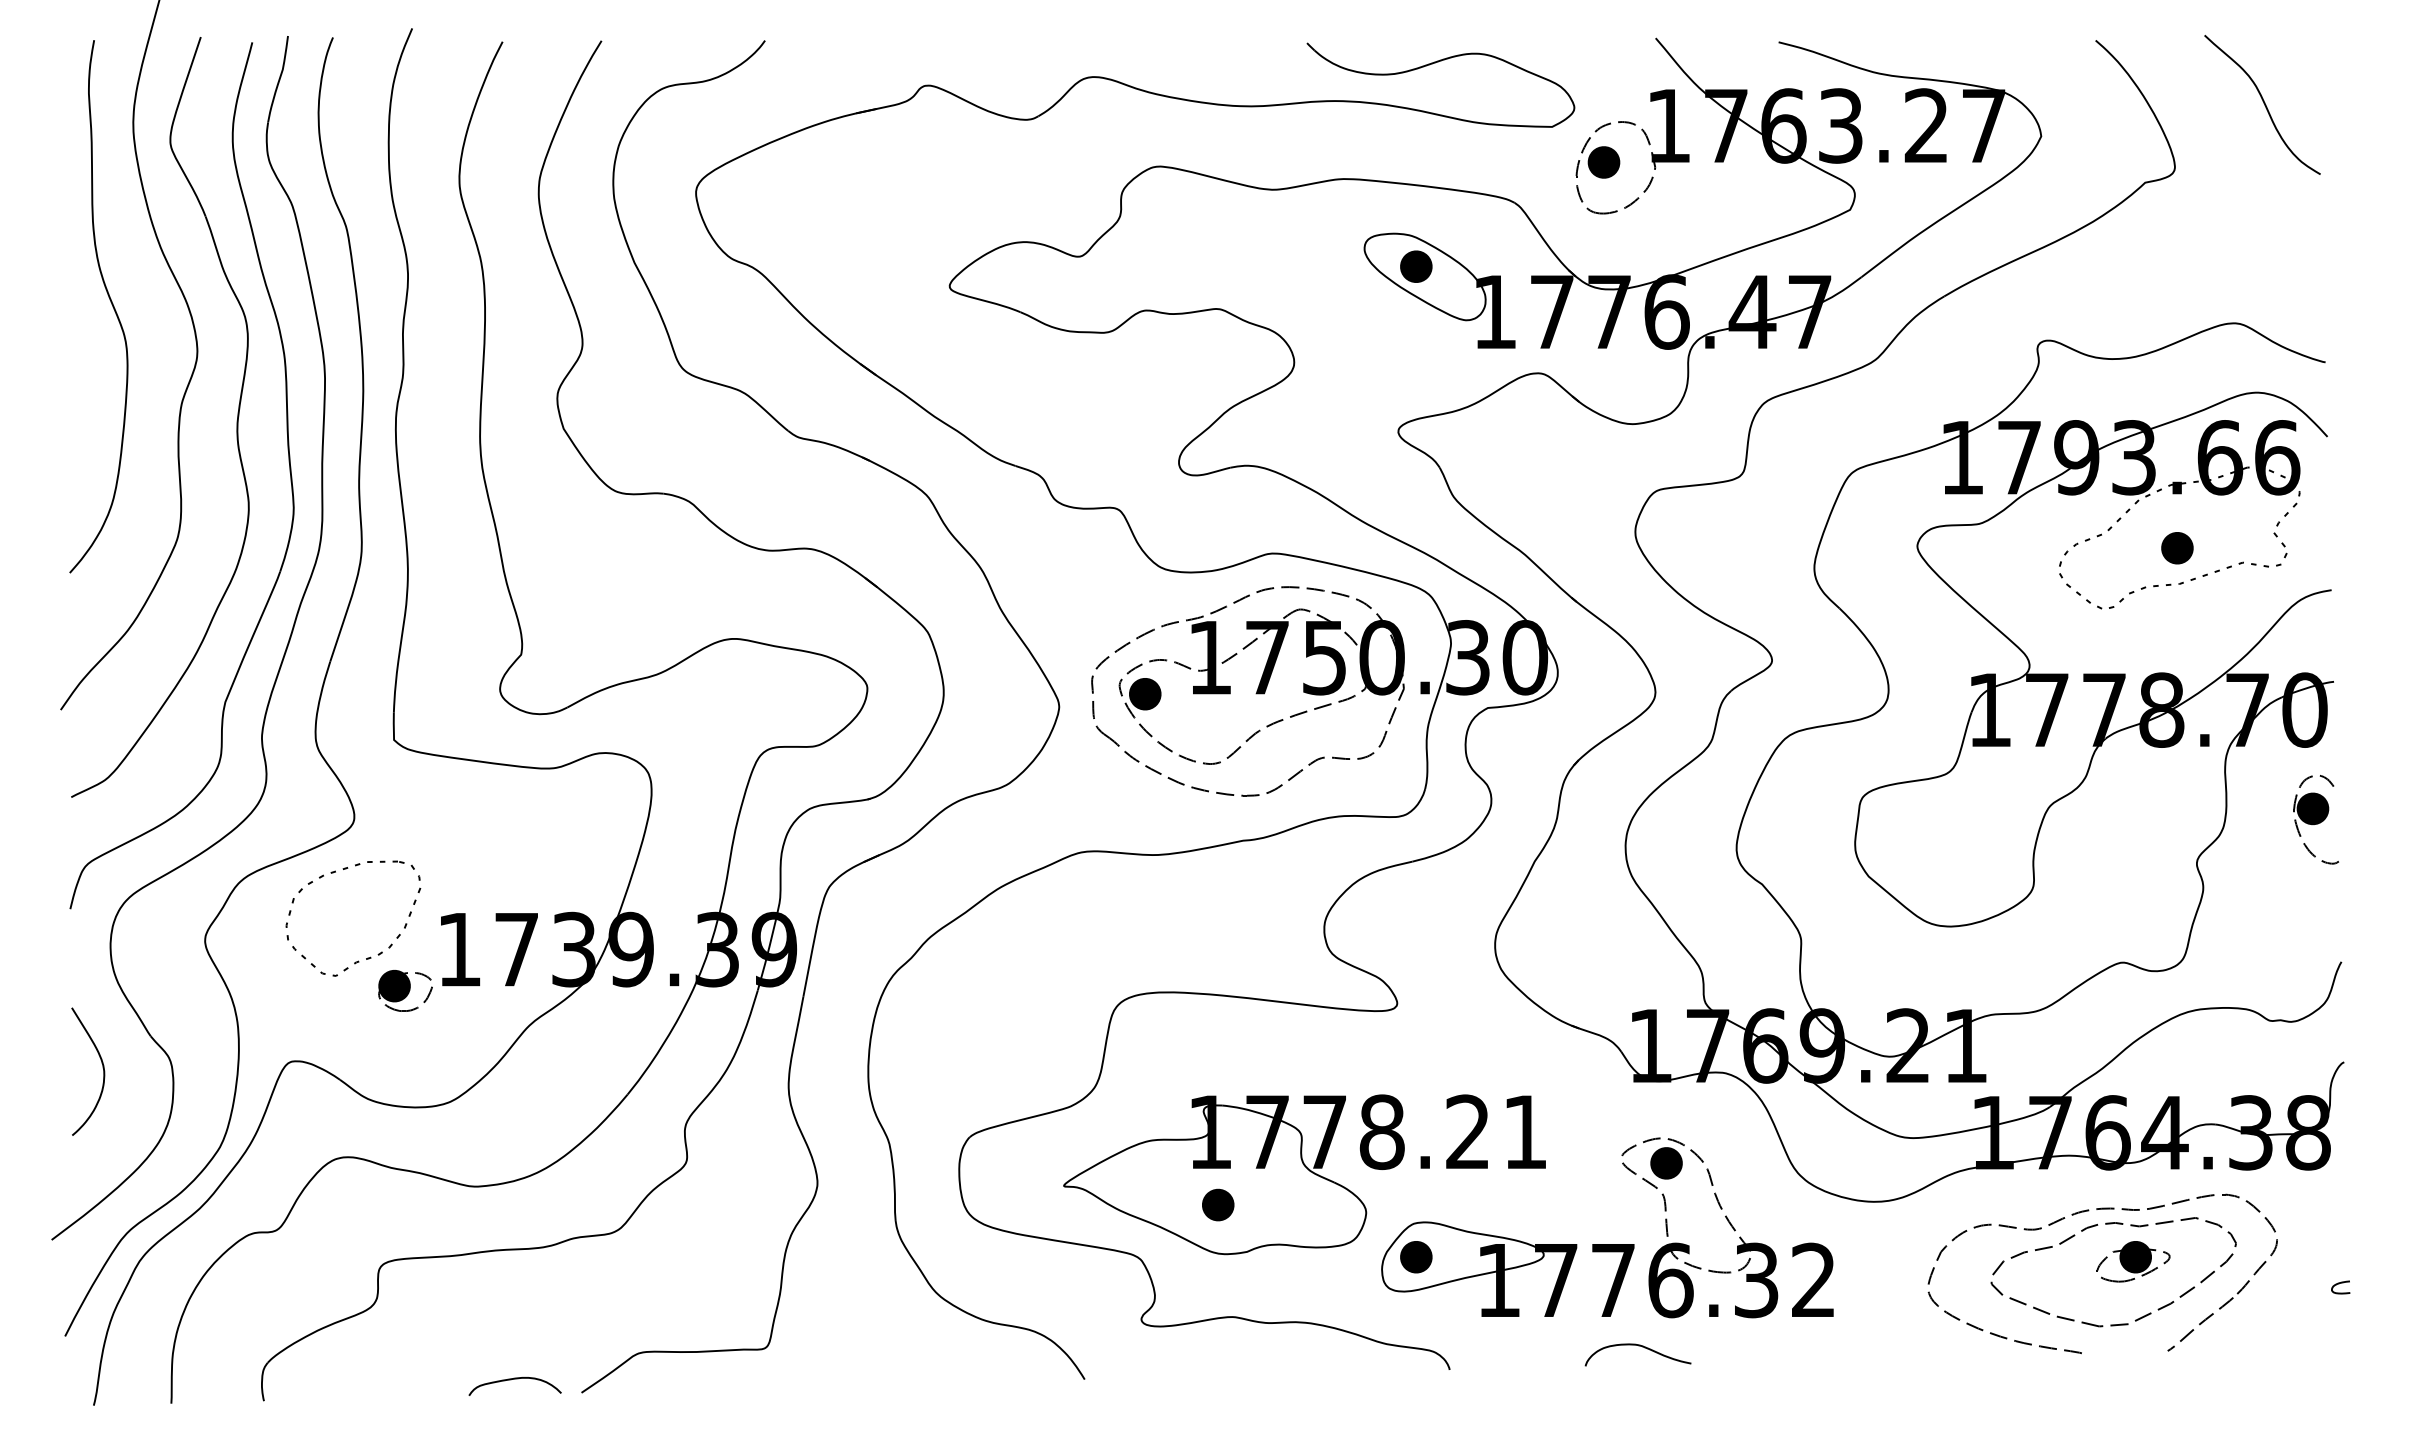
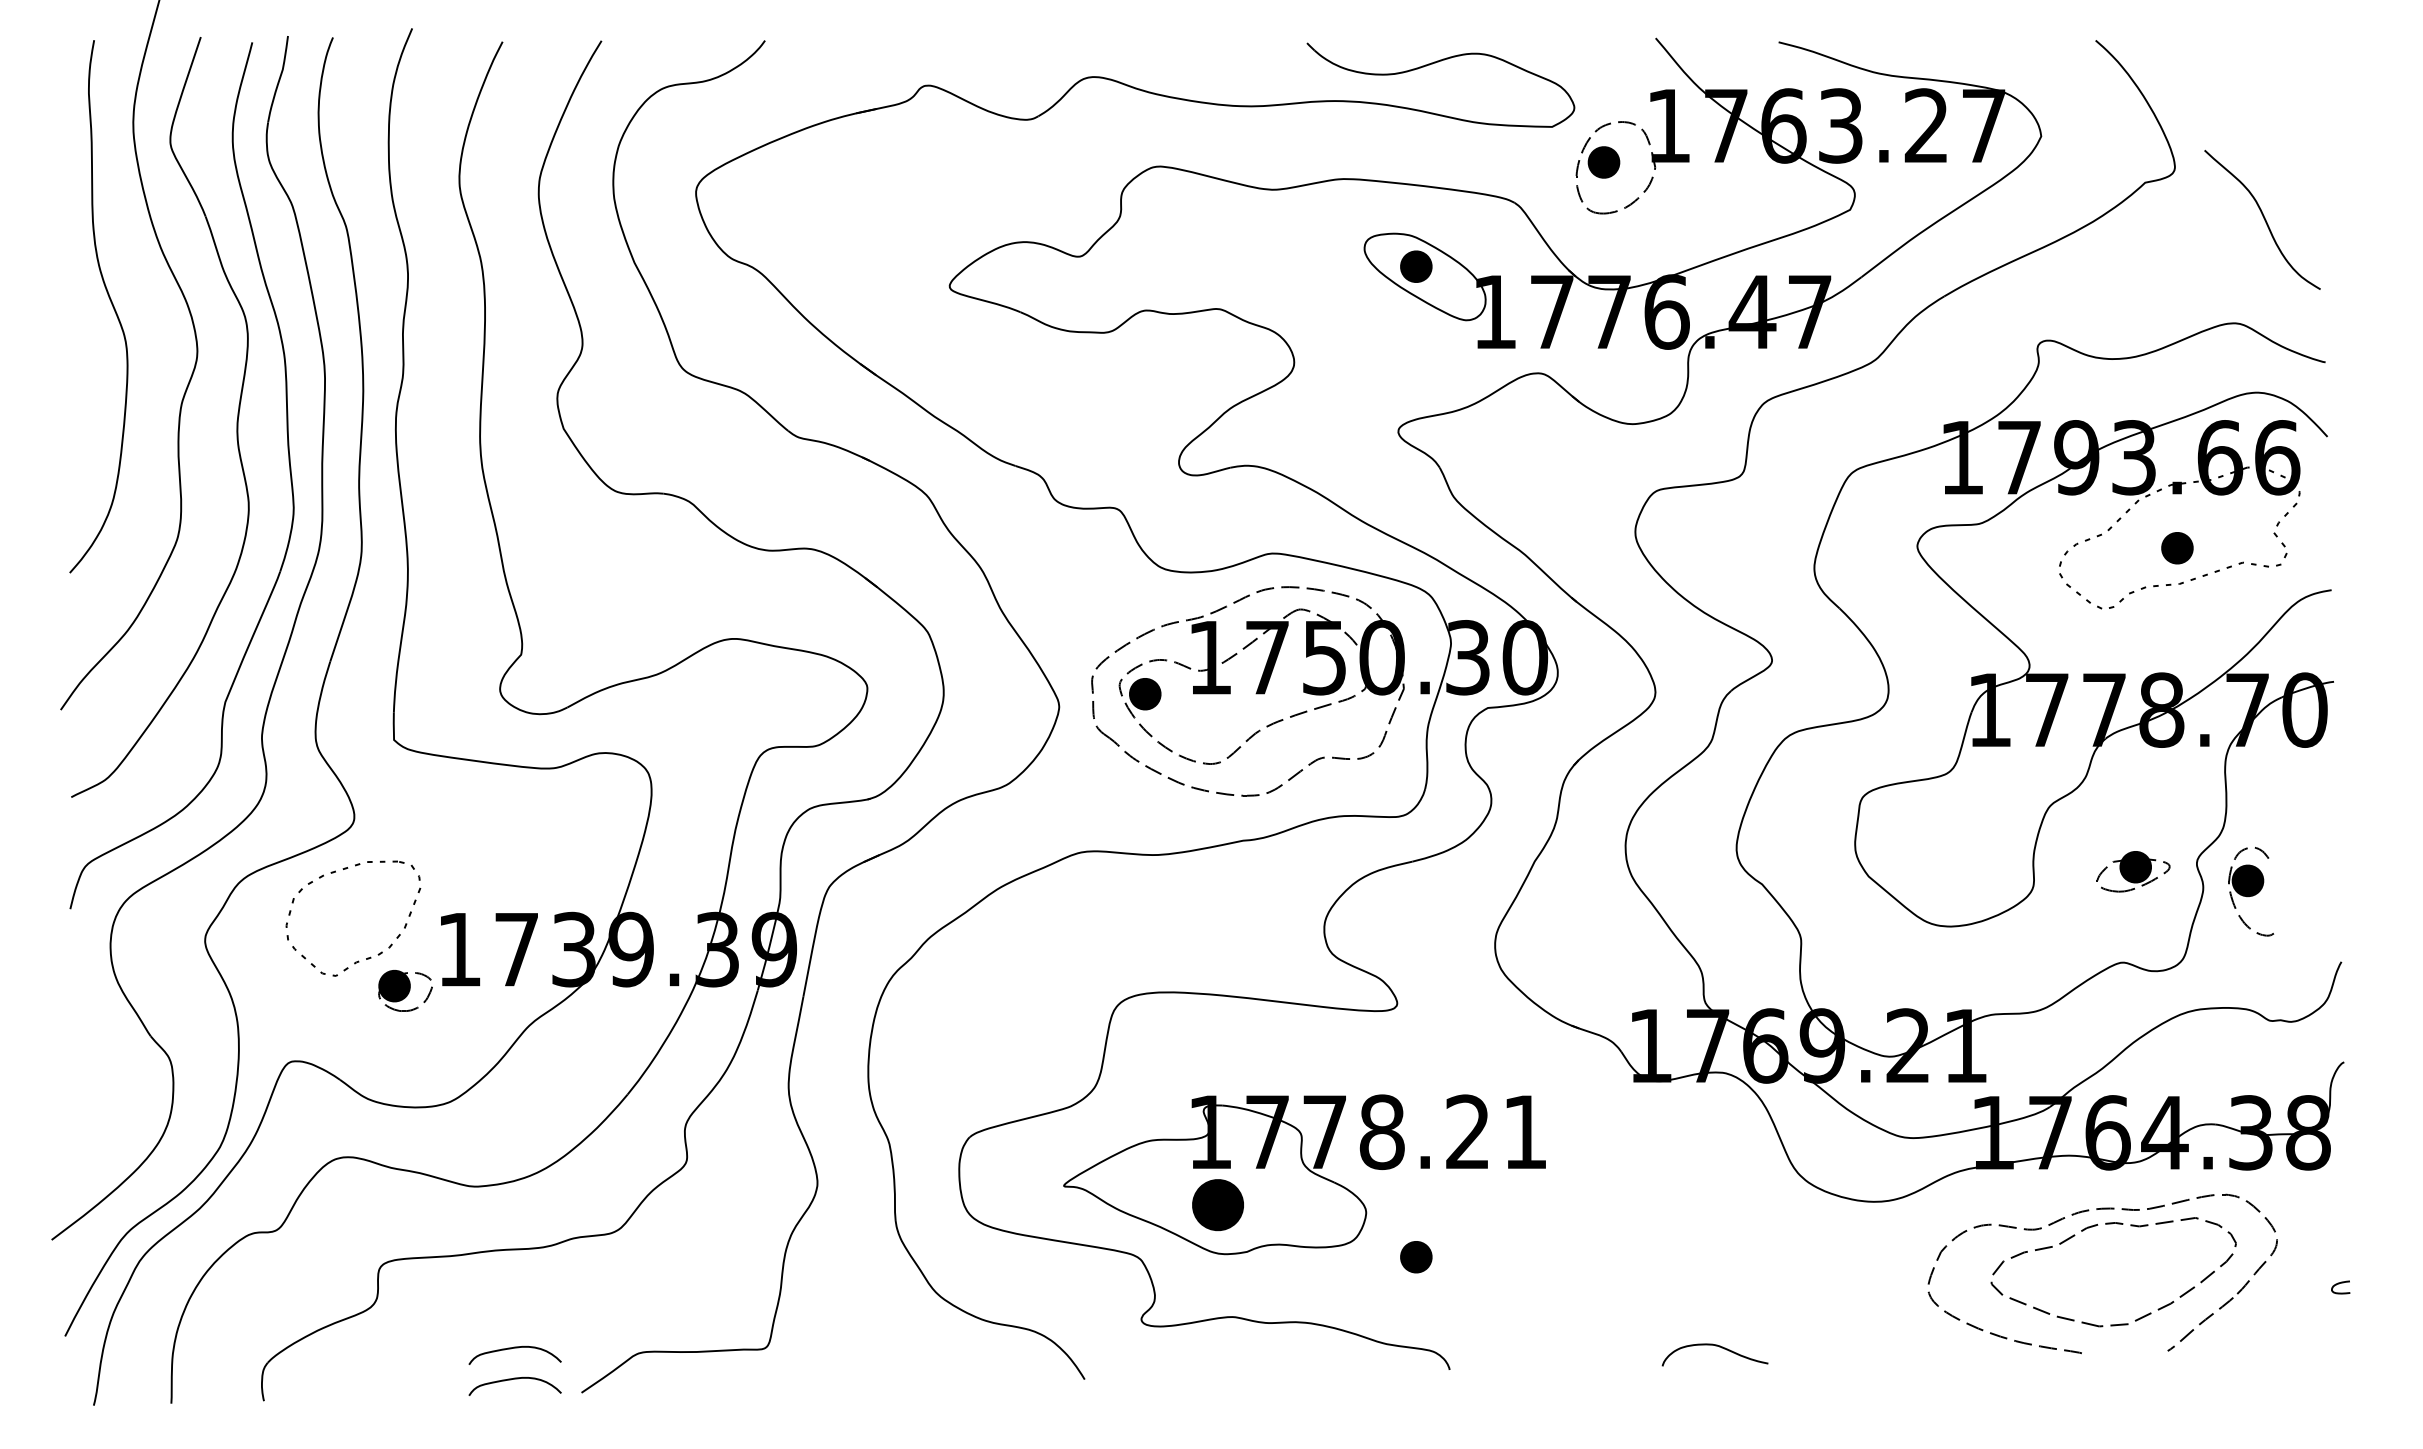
curve at (2263, 103) position: (2263, 103) -> (2263, 218)
part at (2316, 819) position: (2316, 819) -> (2251, 891)
curve at (102, 1068): present -> none
part at (1218, 1204) size: 33x34 px -> 52x53 px
part at (1607, 1244): present -> none
part at (2133, 1261) position: (2133, 1261) -> (2133, 871)
curve at (1638, 1346) position: (1638, 1346) -> (1715, 1346)
curve at (511, 1349): none -> present
